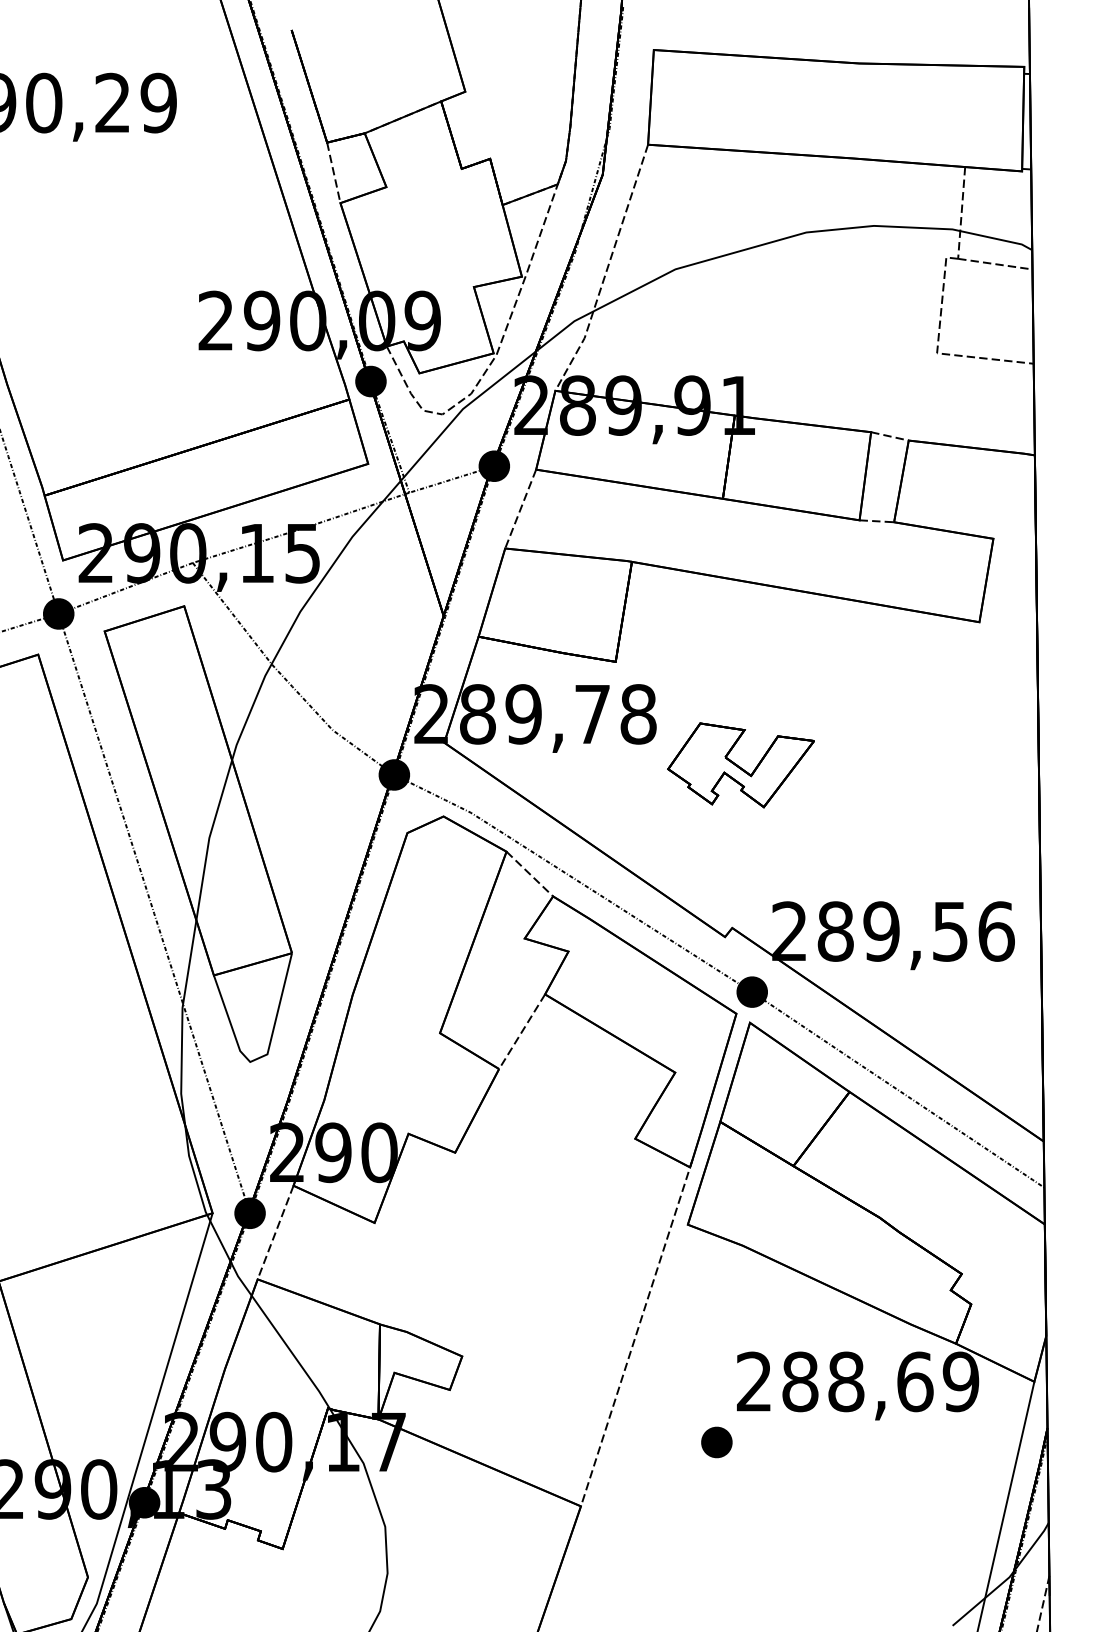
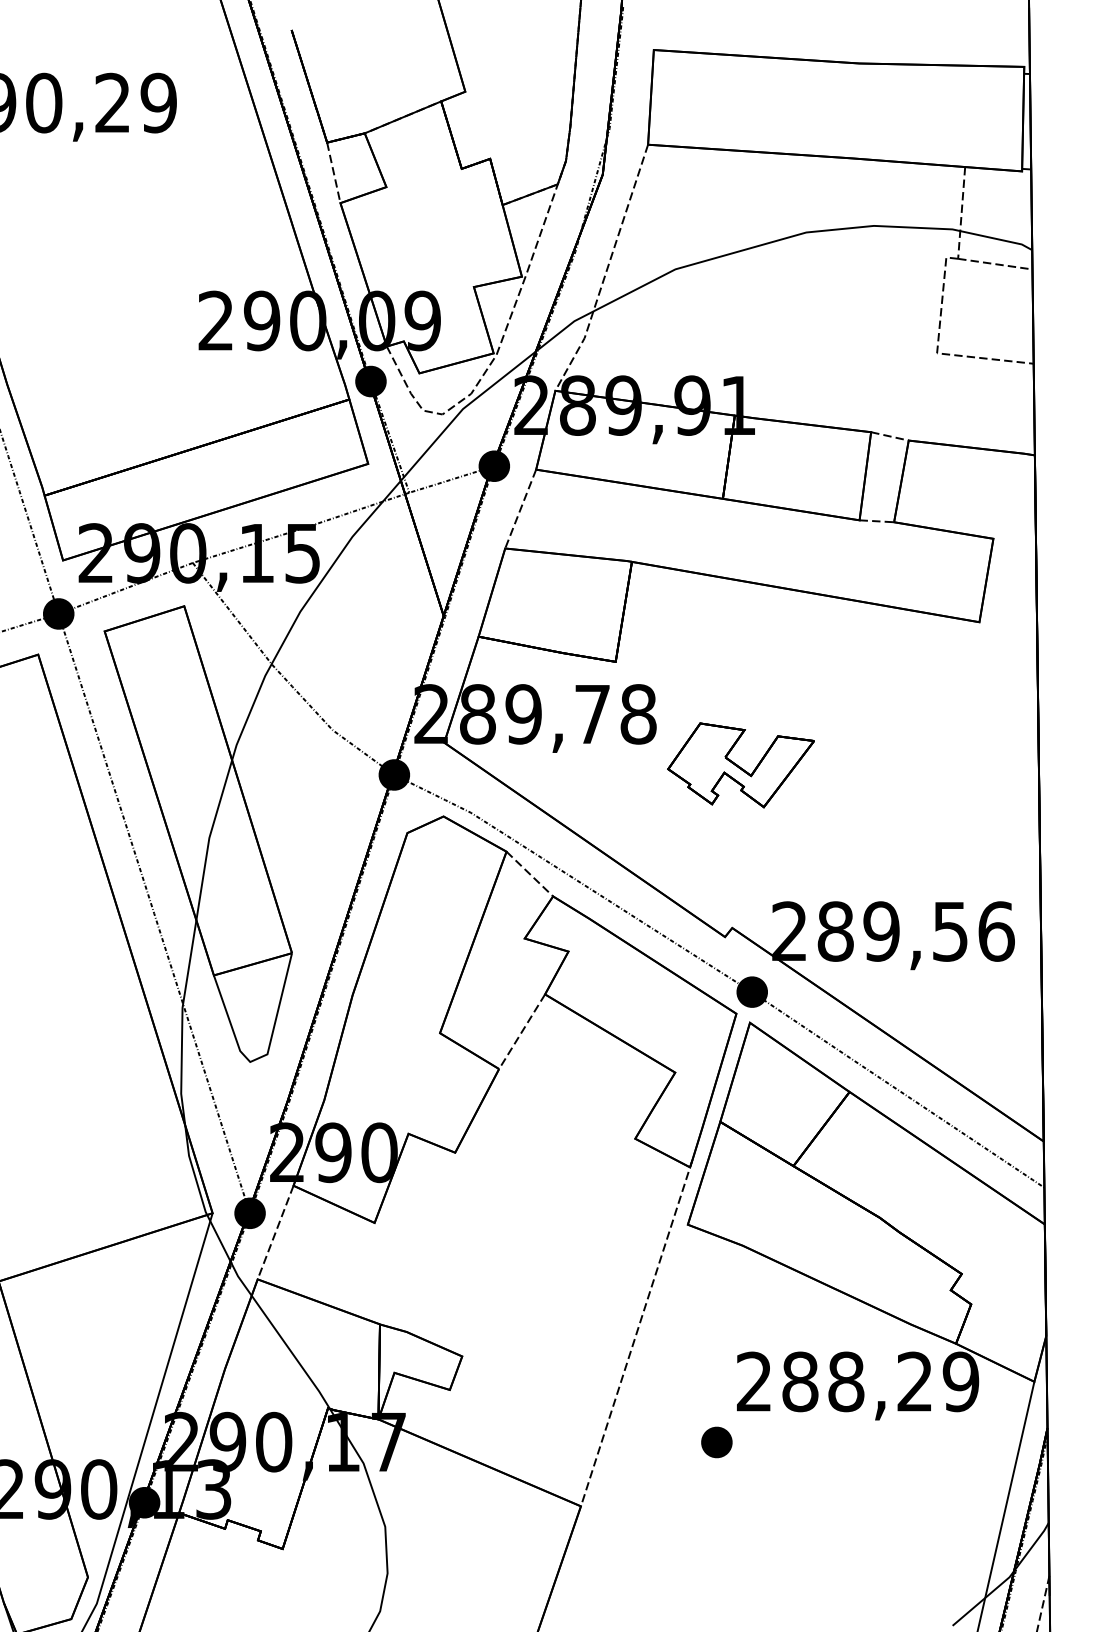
text at (915, 1381): 288,69 -> 288,29
